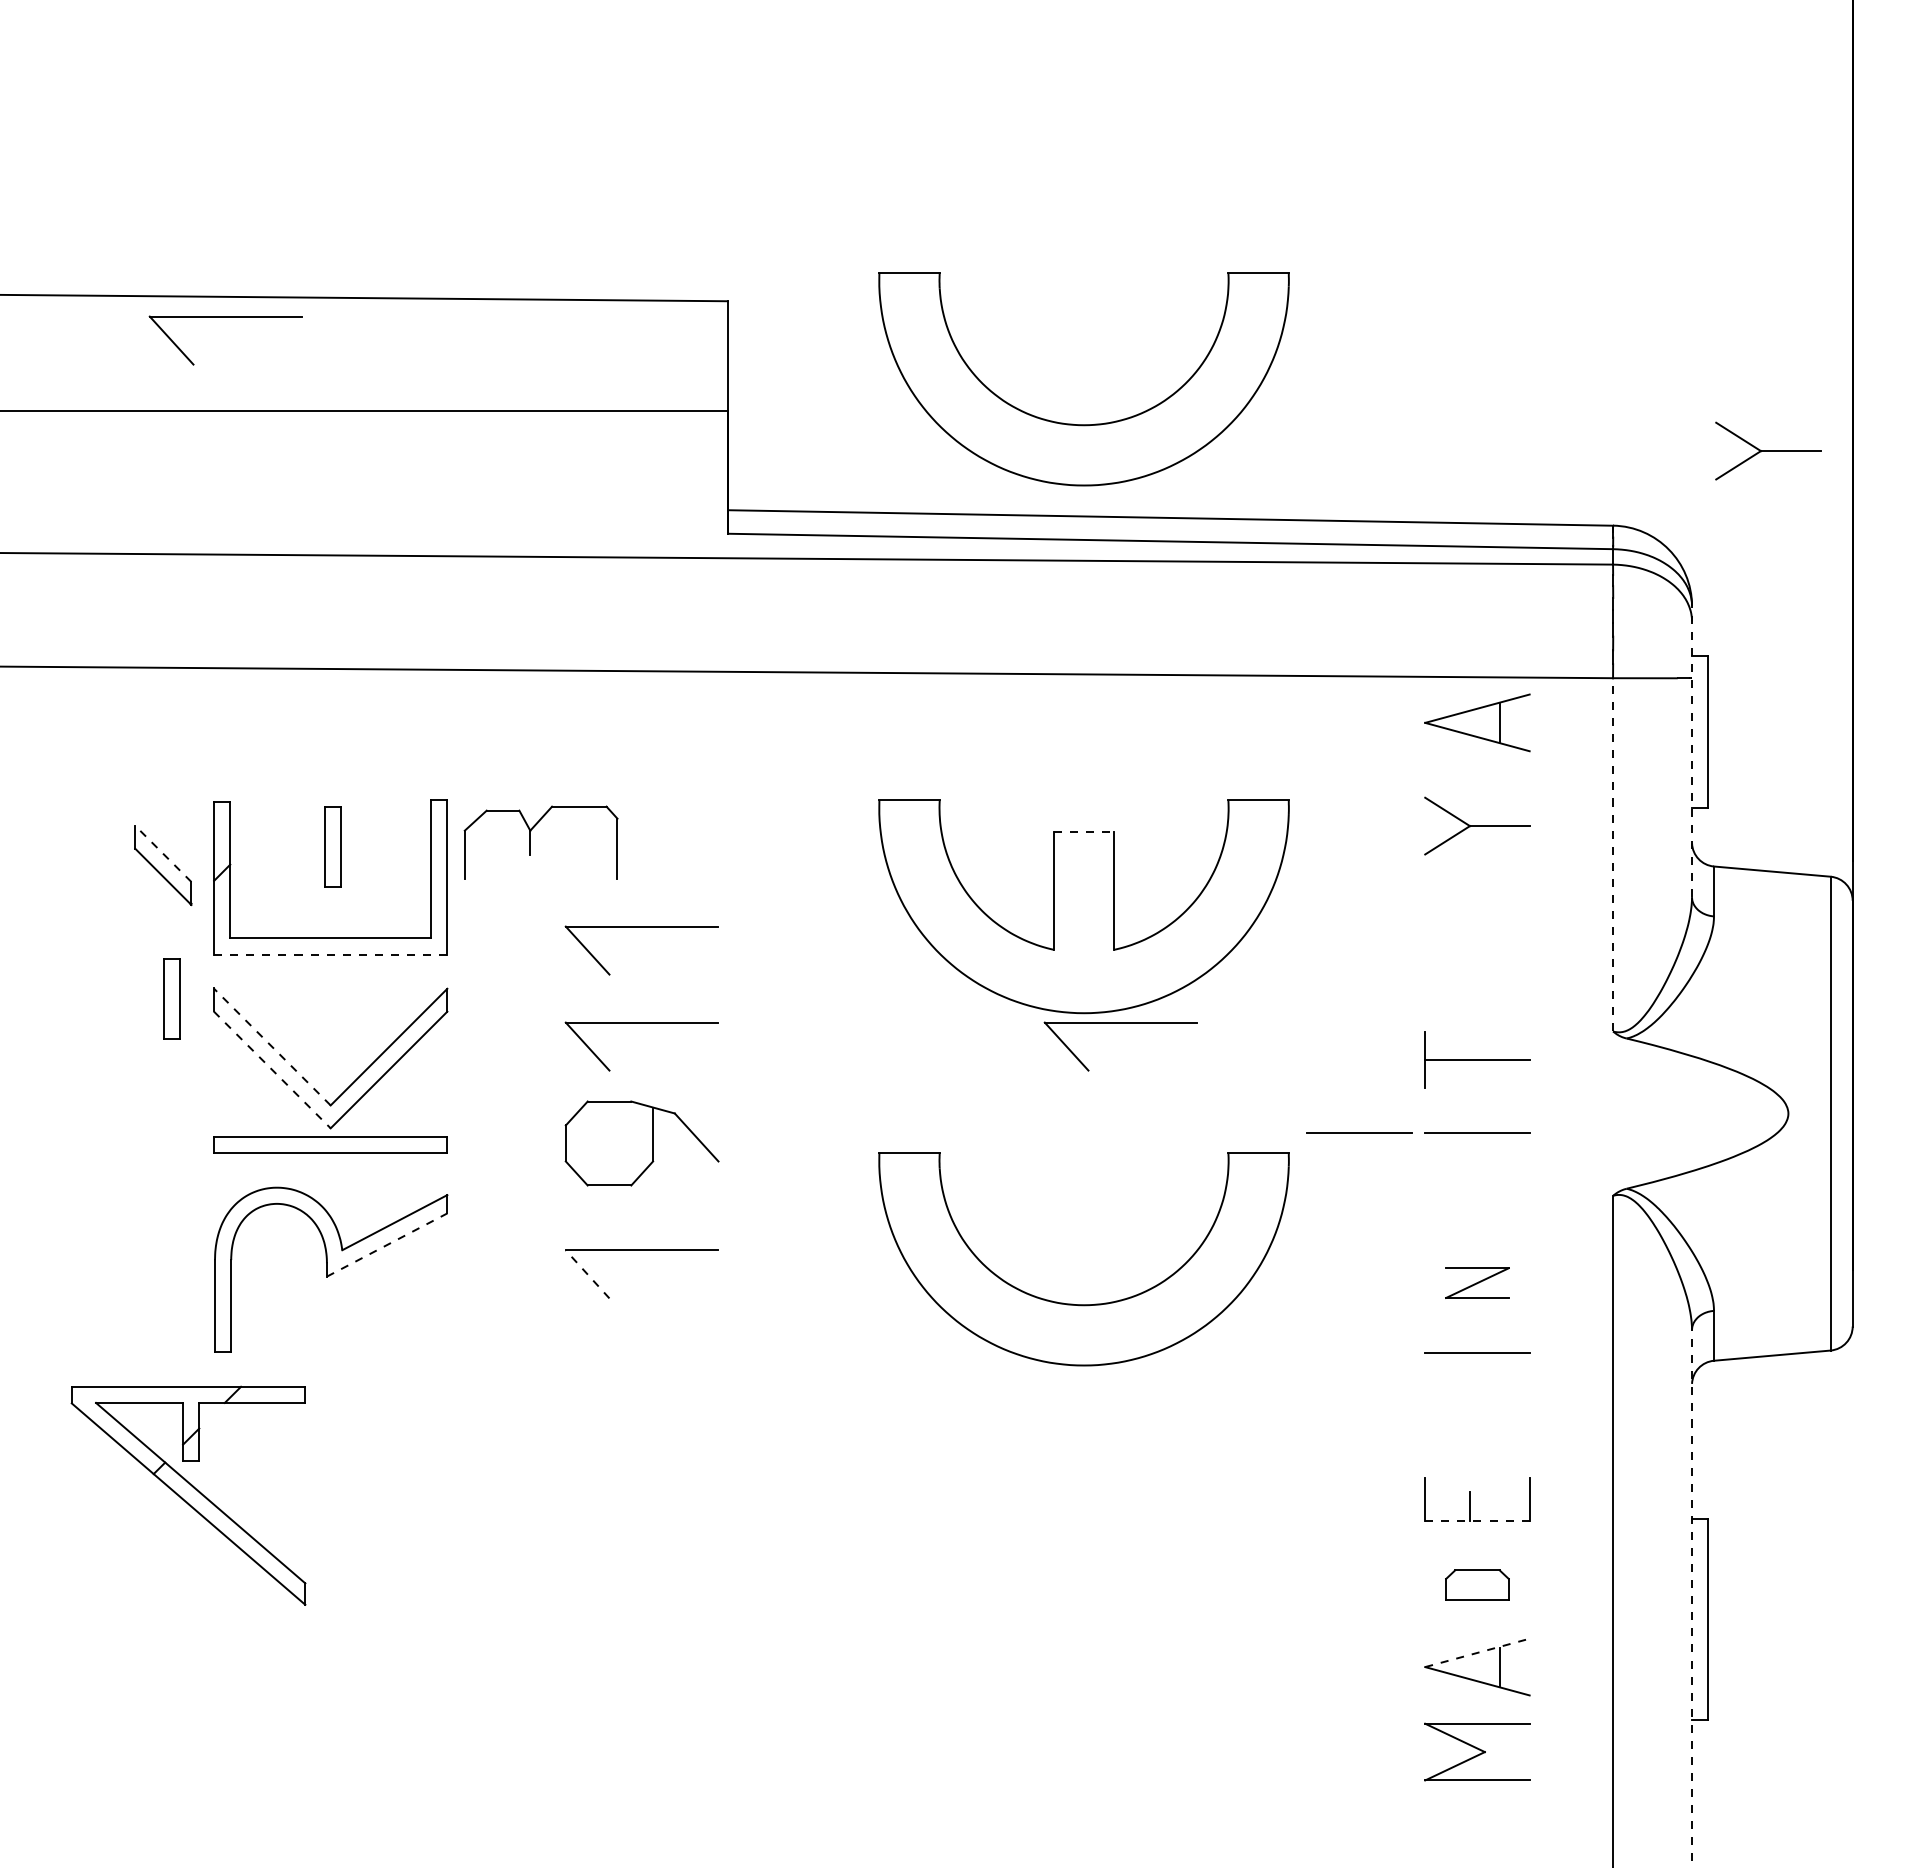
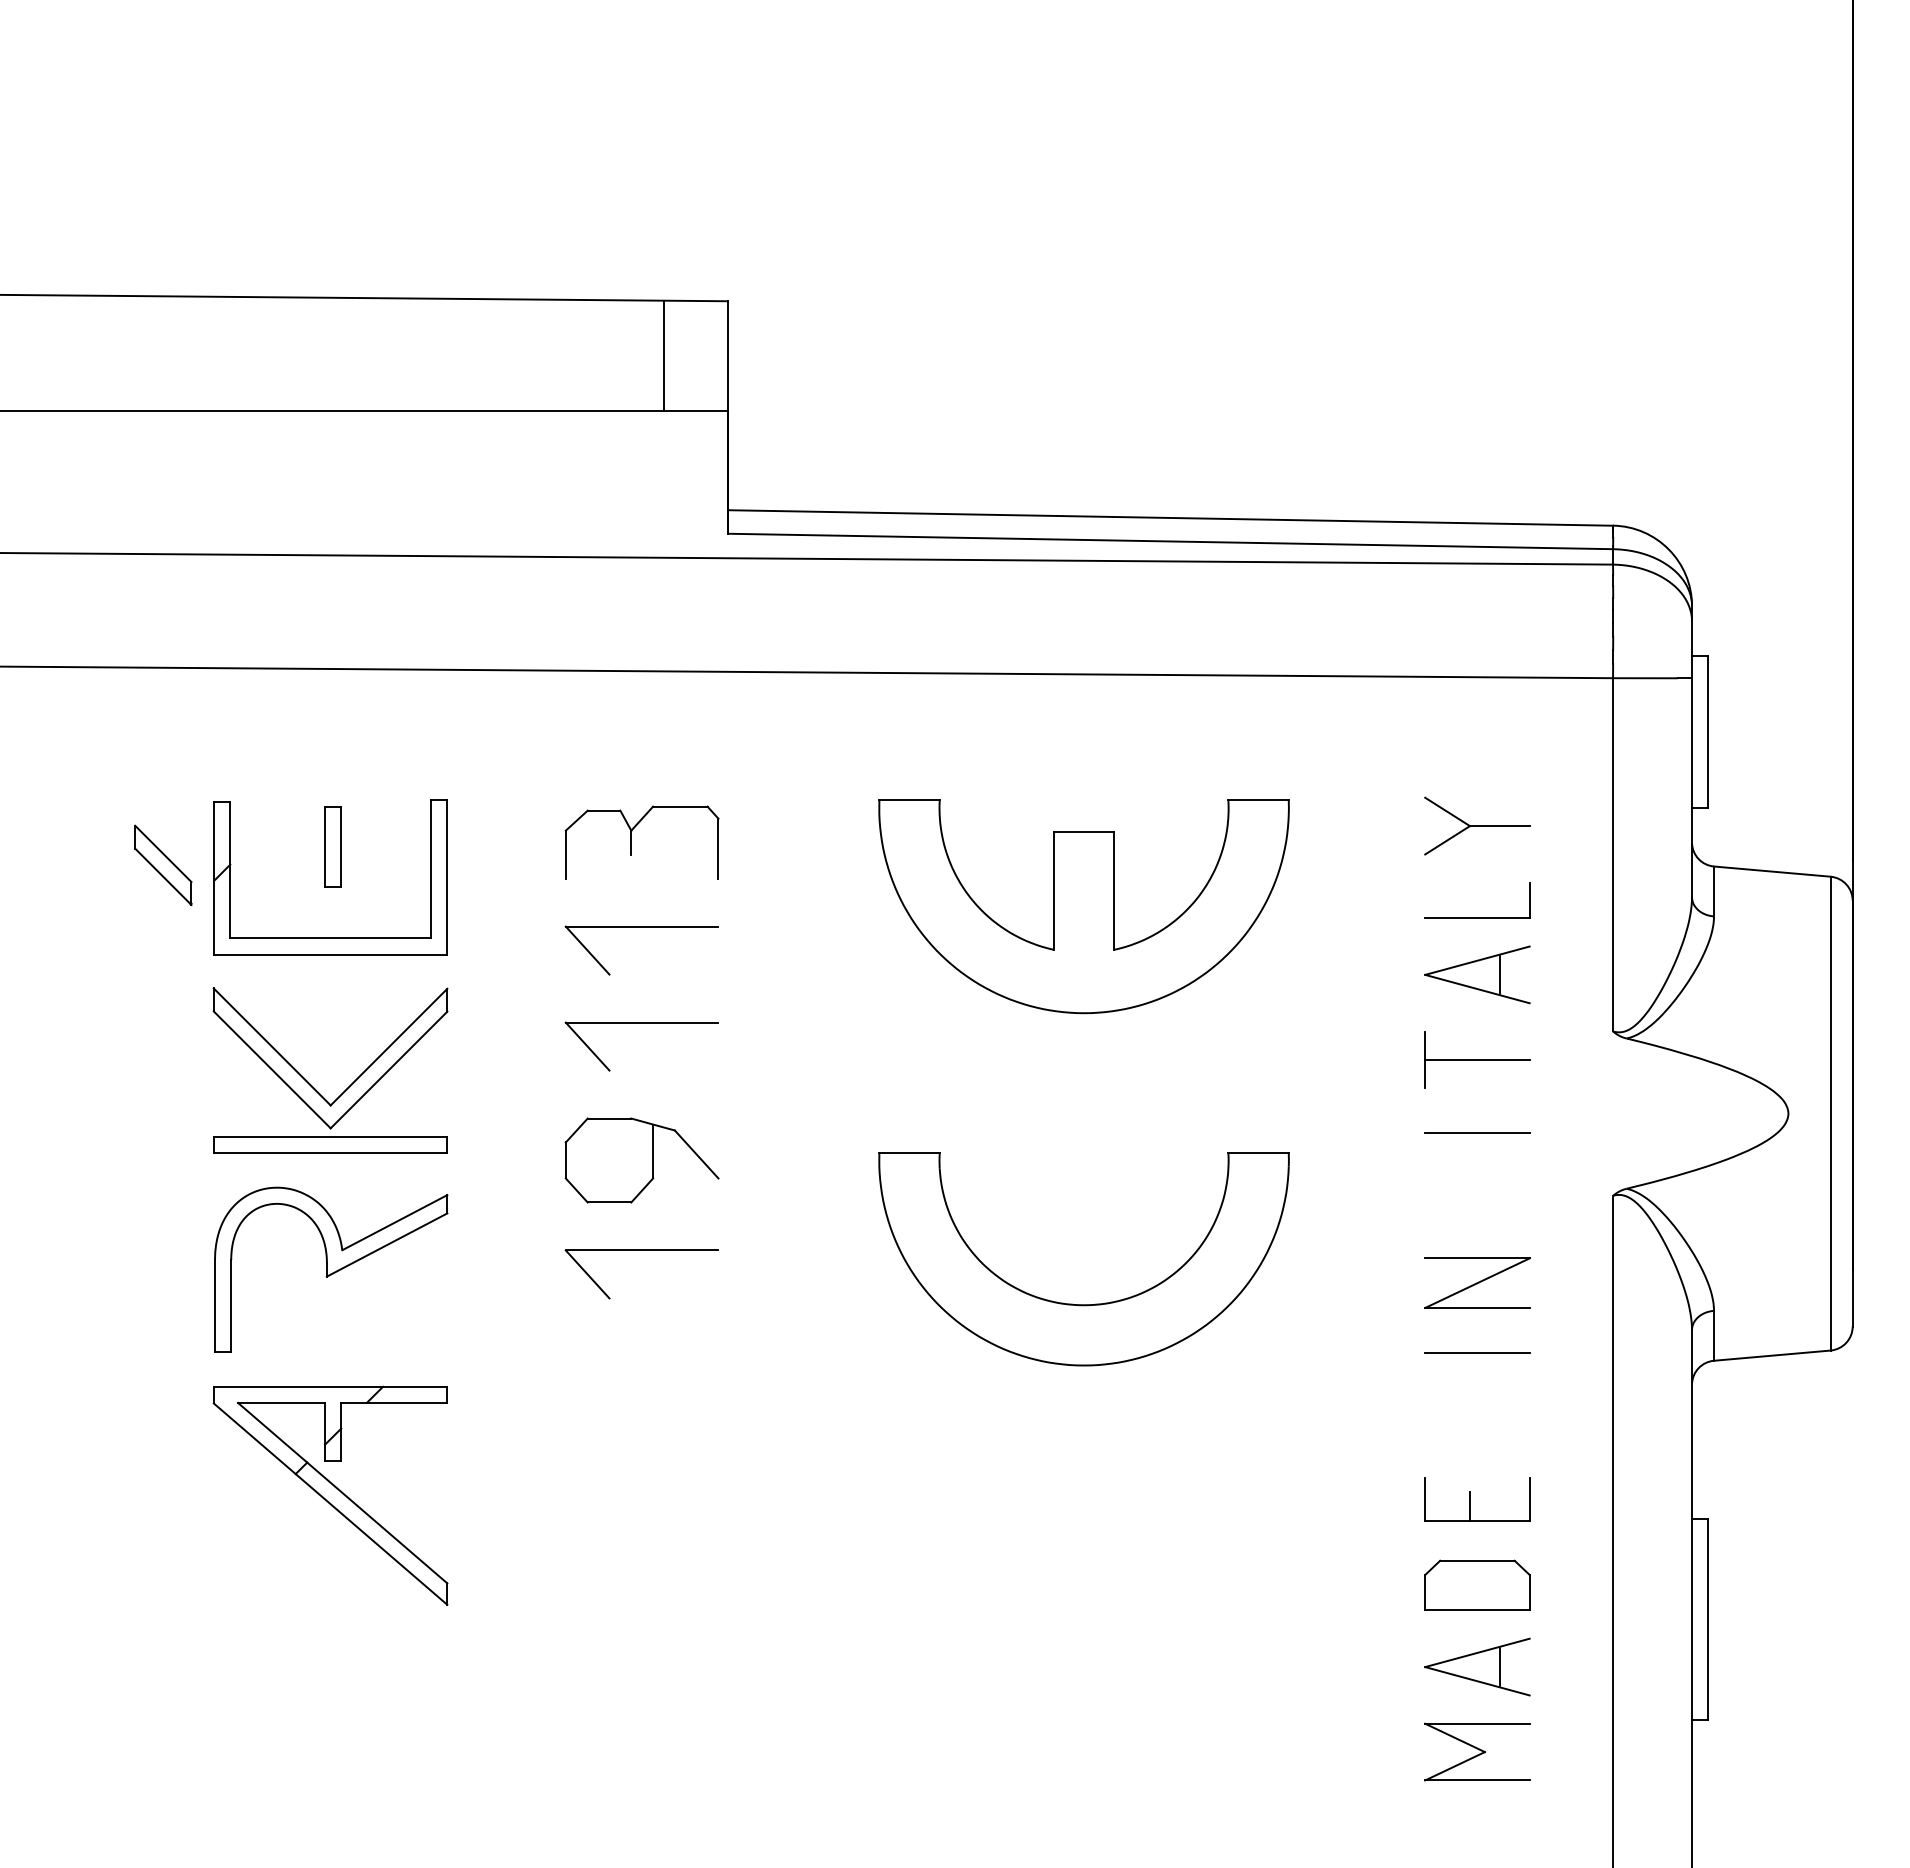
part at (225, 317): present -> none
line at (664, 355): none -> present
part at (1083, 424): present -> none
part at (1768, 450): present -> none
part at (1477, 722) position: (1477, 722) -> (1477, 974)
line at (1692, 751): dashed -> solid
line at (1084, 832): dashed -> solid
part at (530, 842) position: (530, 842) -> (631, 842)
line at (163, 853): dashed -> solid
line at (1613, 854): dashed -> solid
part at (1477, 917): none -> present
line at (330, 954): dashed -> solid
part at (171, 998): present -> none
part at (1120, 1023): present -> none
line at (272, 1046): dashed -> solid
line at (272, 1069): dashed -> solid
line at (1359, 1132): present -> none
part at (641, 1143) position: (641, 1143) -> (641, 1160)
line at (387, 1244): dashed -> solid
line at (587, 1274): dashed -> solid
part at (1477, 1282) size: 65x32 px -> 107x52 px
part at (188, 1495) position: (188, 1495) -> (330, 1495)
line at (1476, 1520): dashed -> solid
part at (1477, 1584) size: 65x32 px -> 107x52 px
line at (1692, 1599): dashed -> solid
line at (1477, 1652): dashed -> solid
